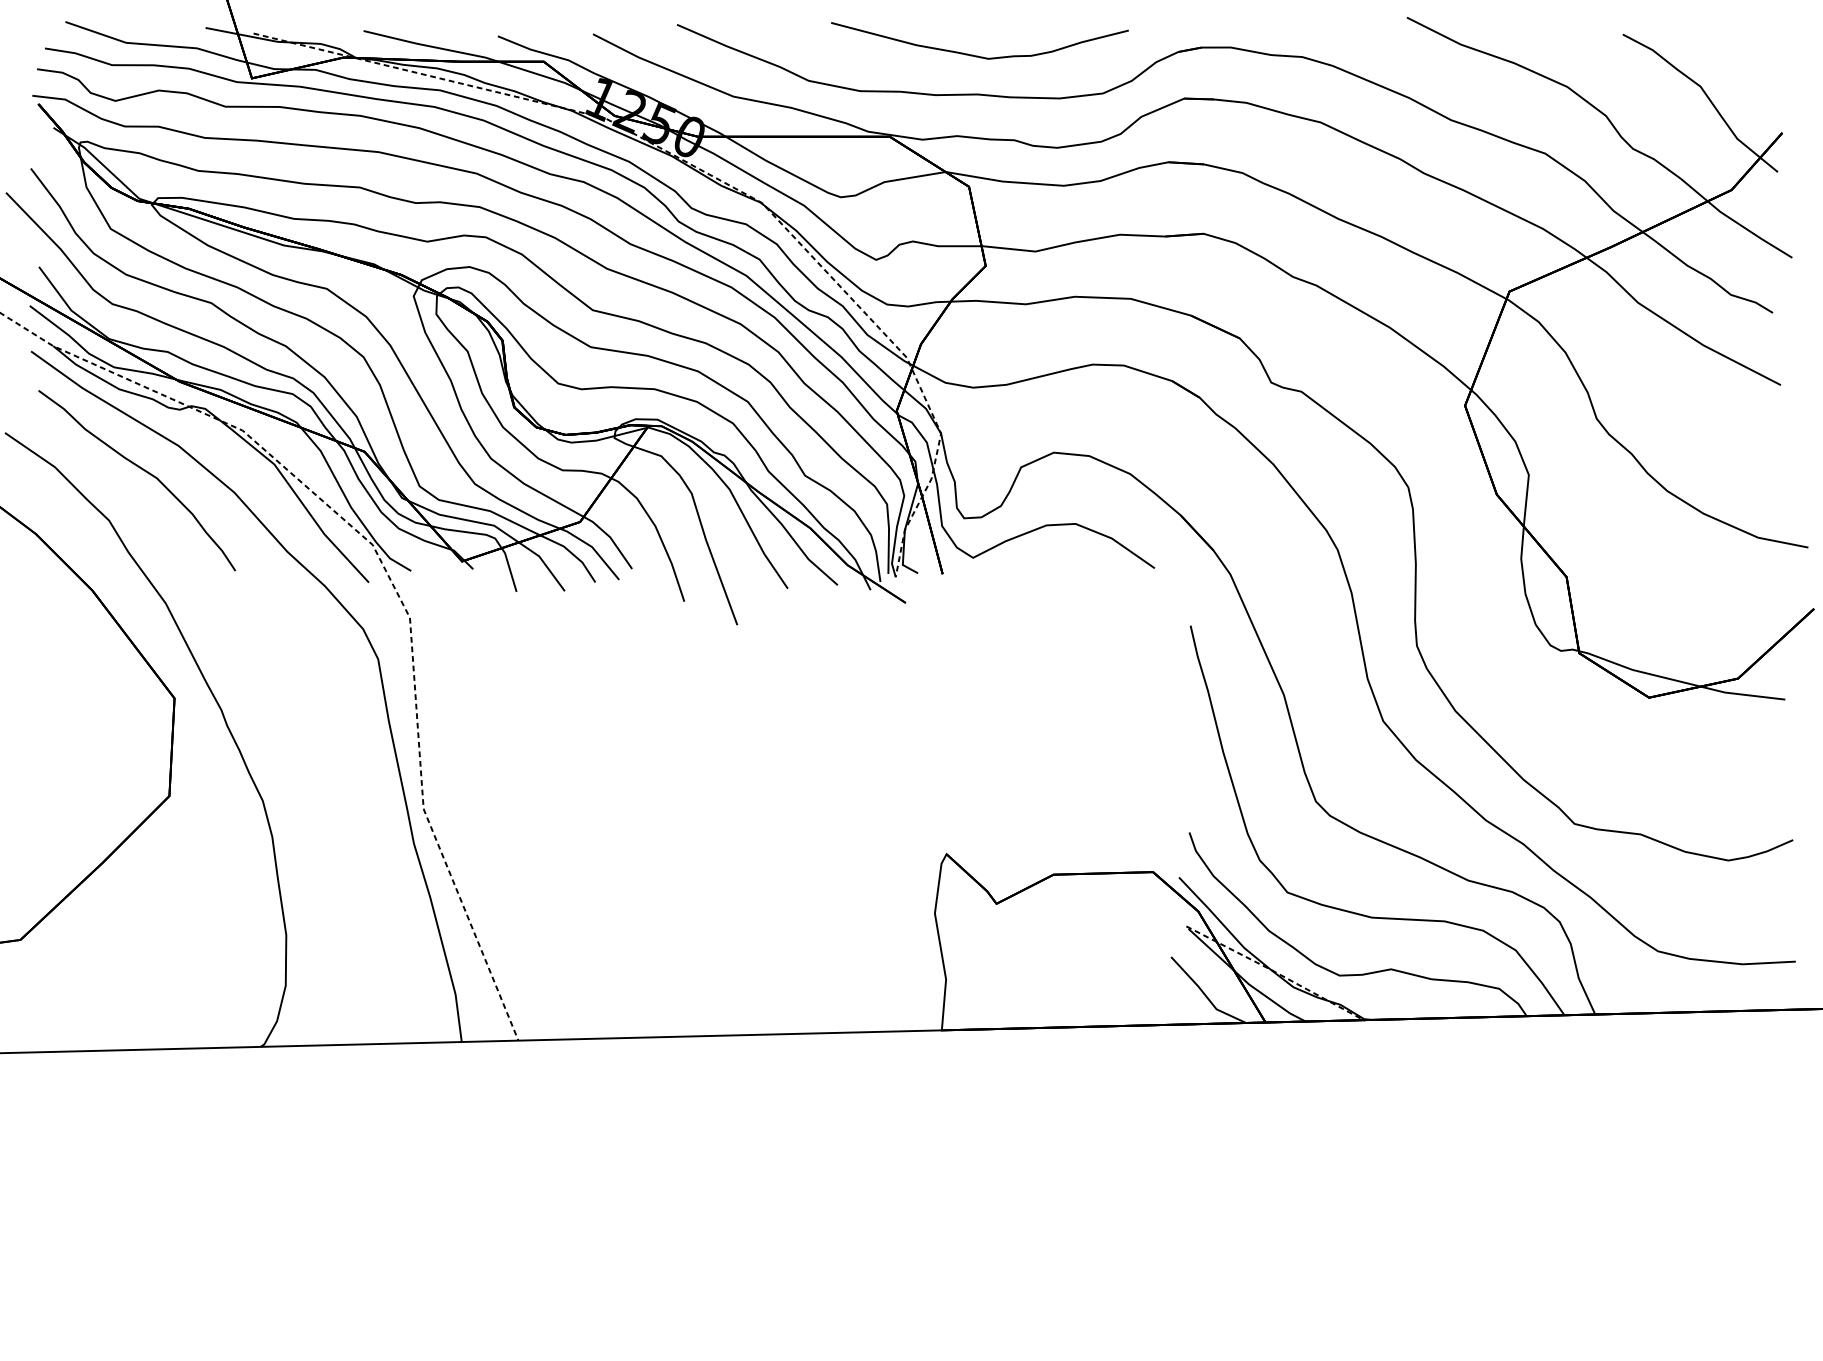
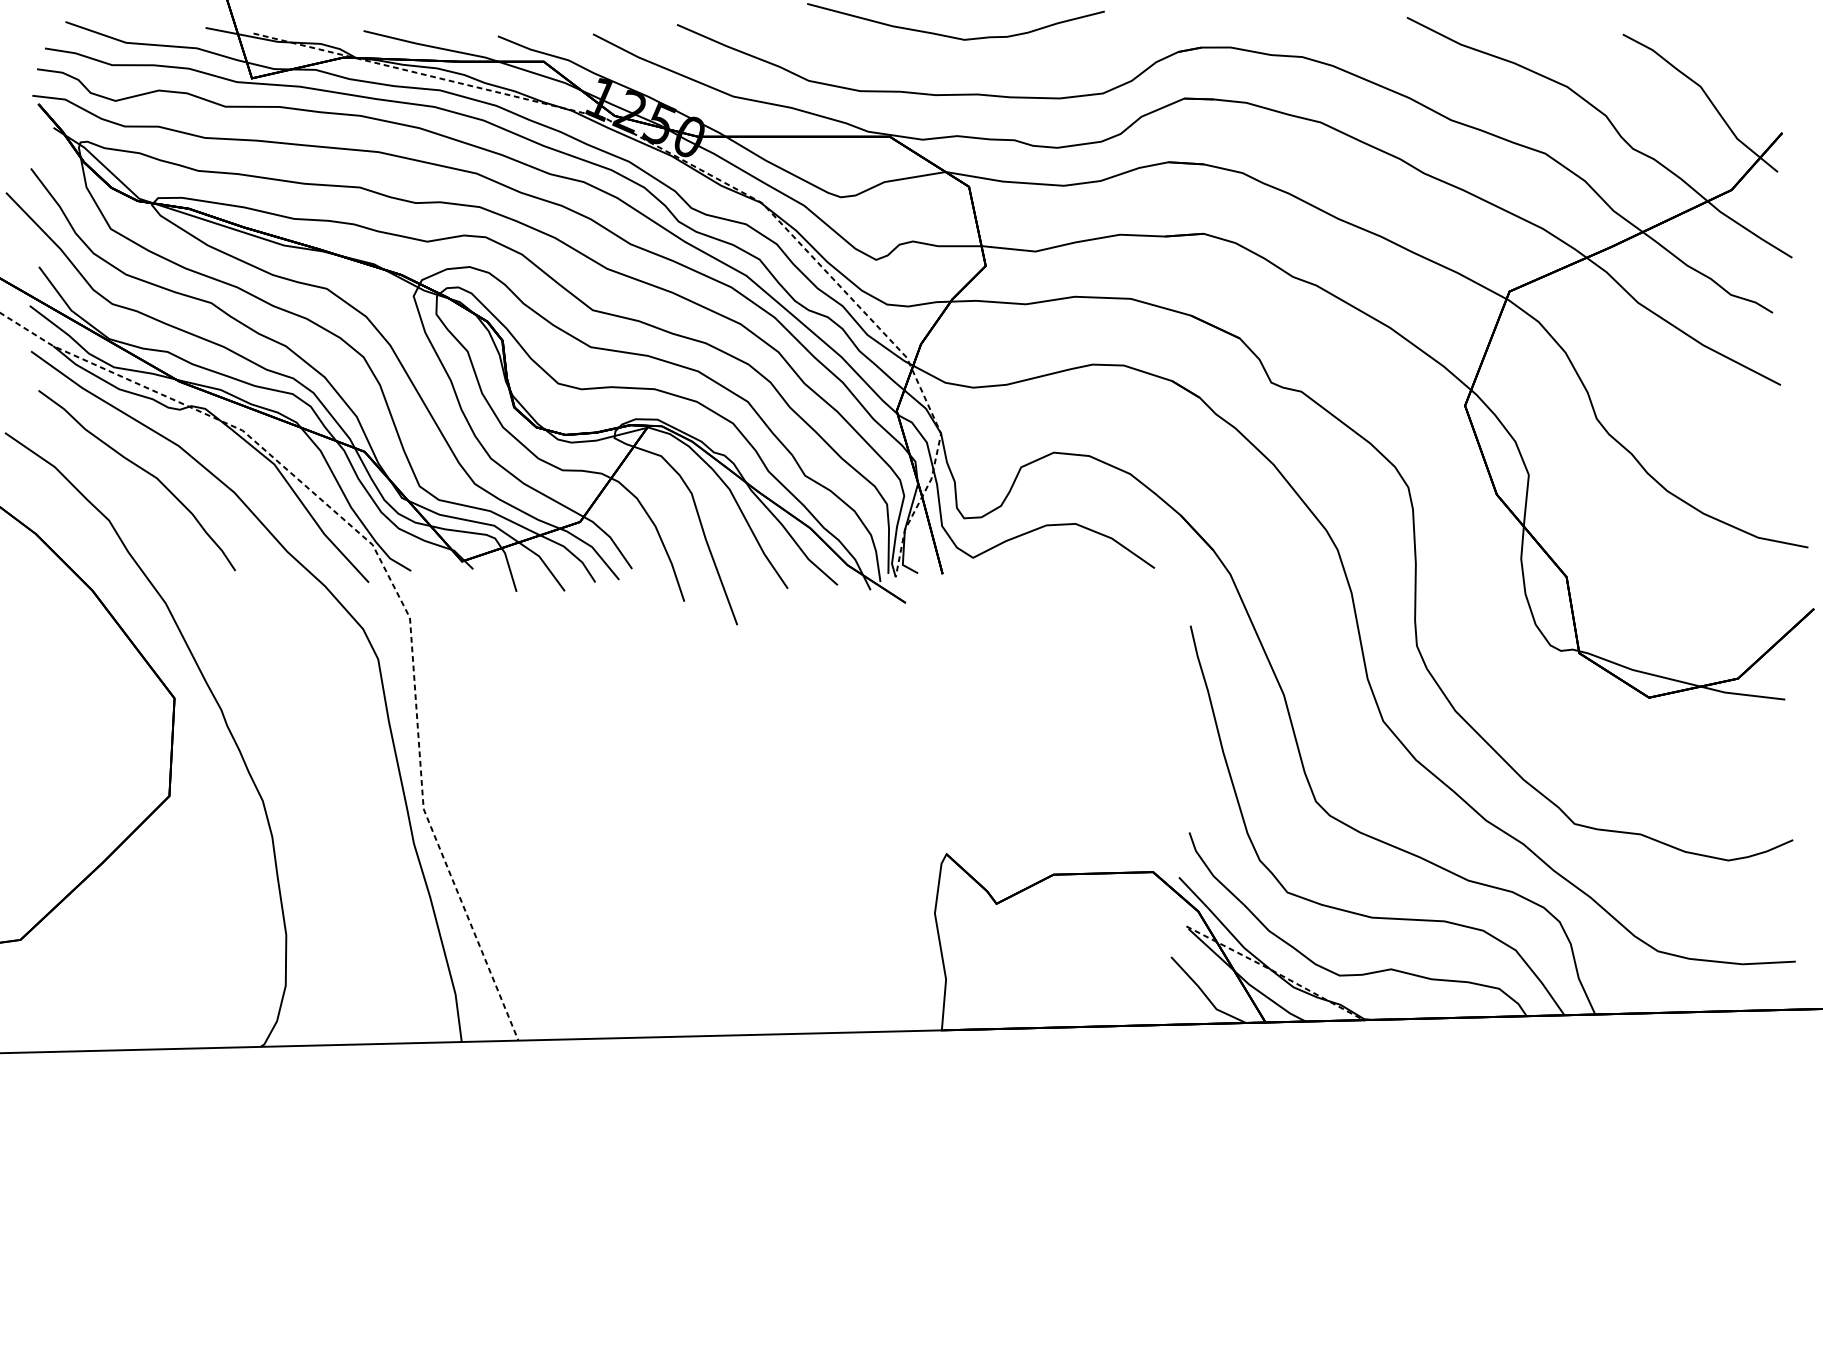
curve at (978, 55) position: (978, 55) -> (954, 36)
